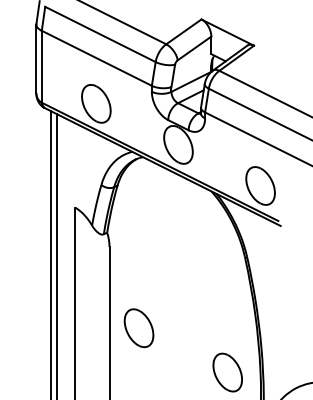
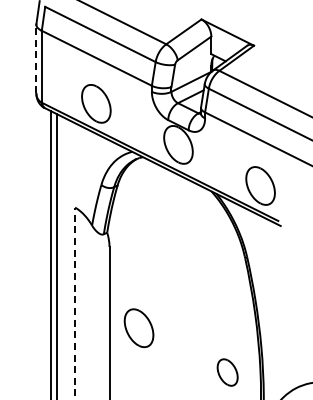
line at (36, 58): solid -> dashed
line at (75, 303): solid -> dashed
part at (227, 372) size: 31x41 px -> 23x29 px
